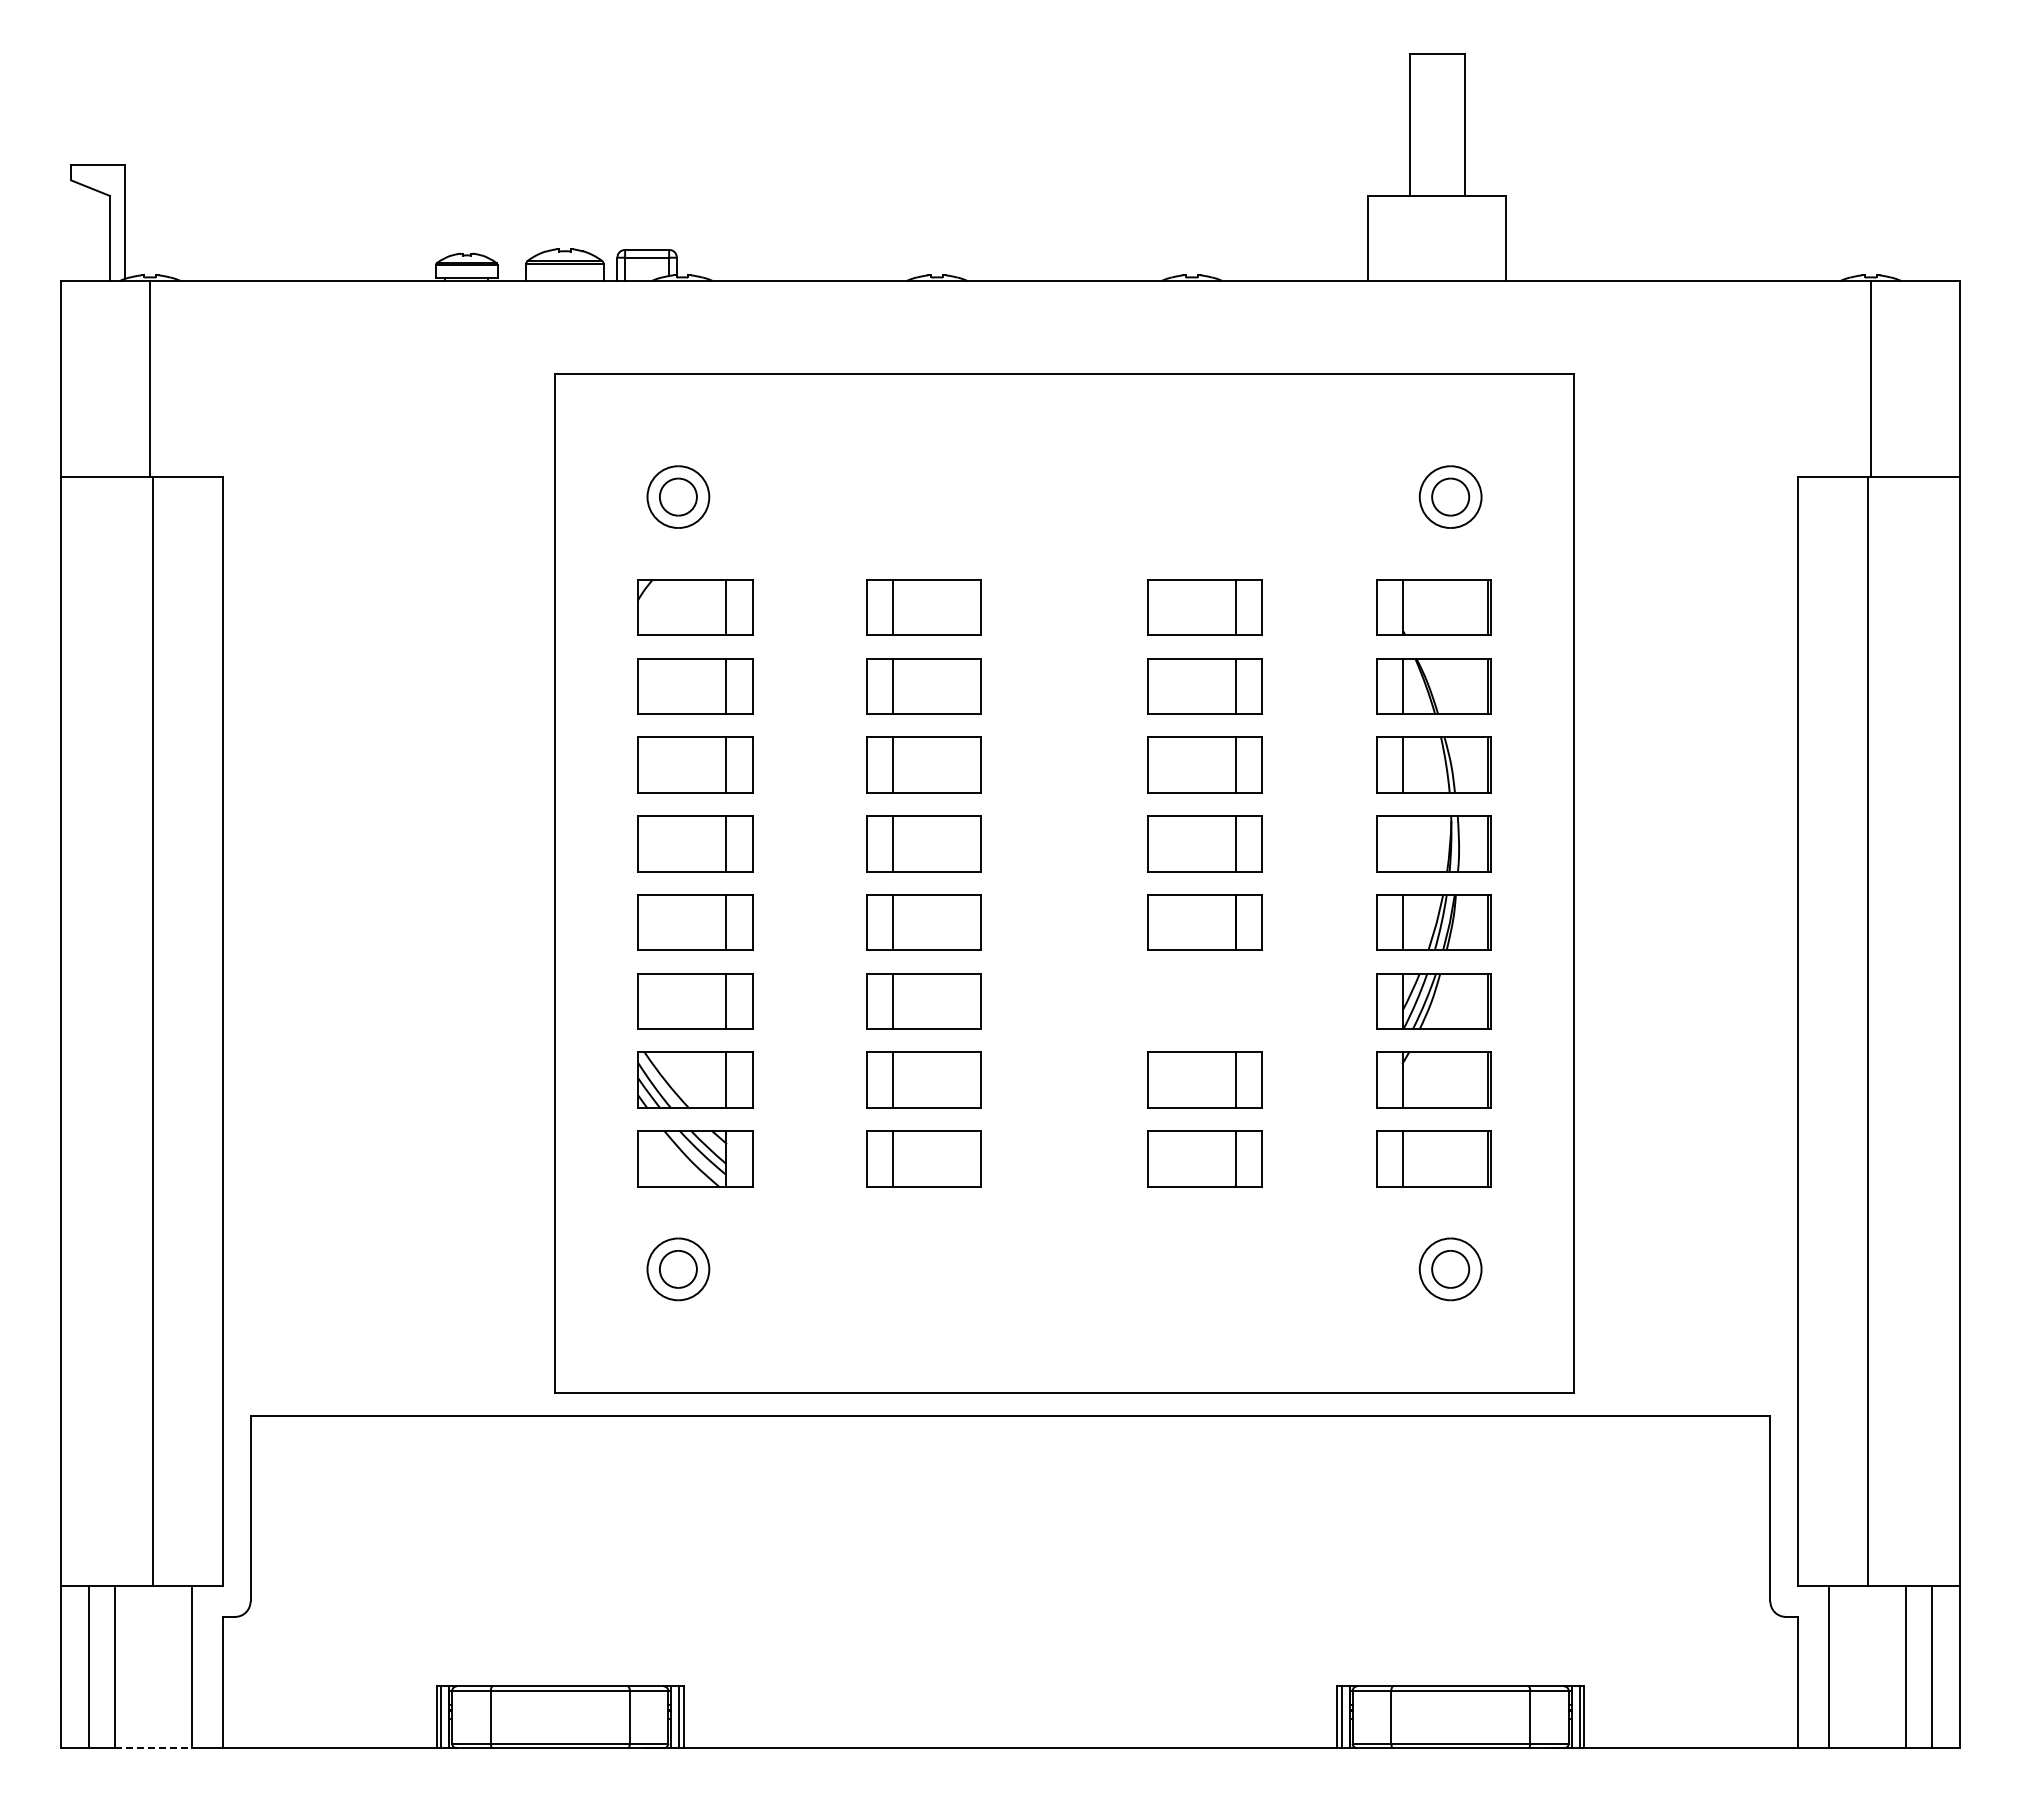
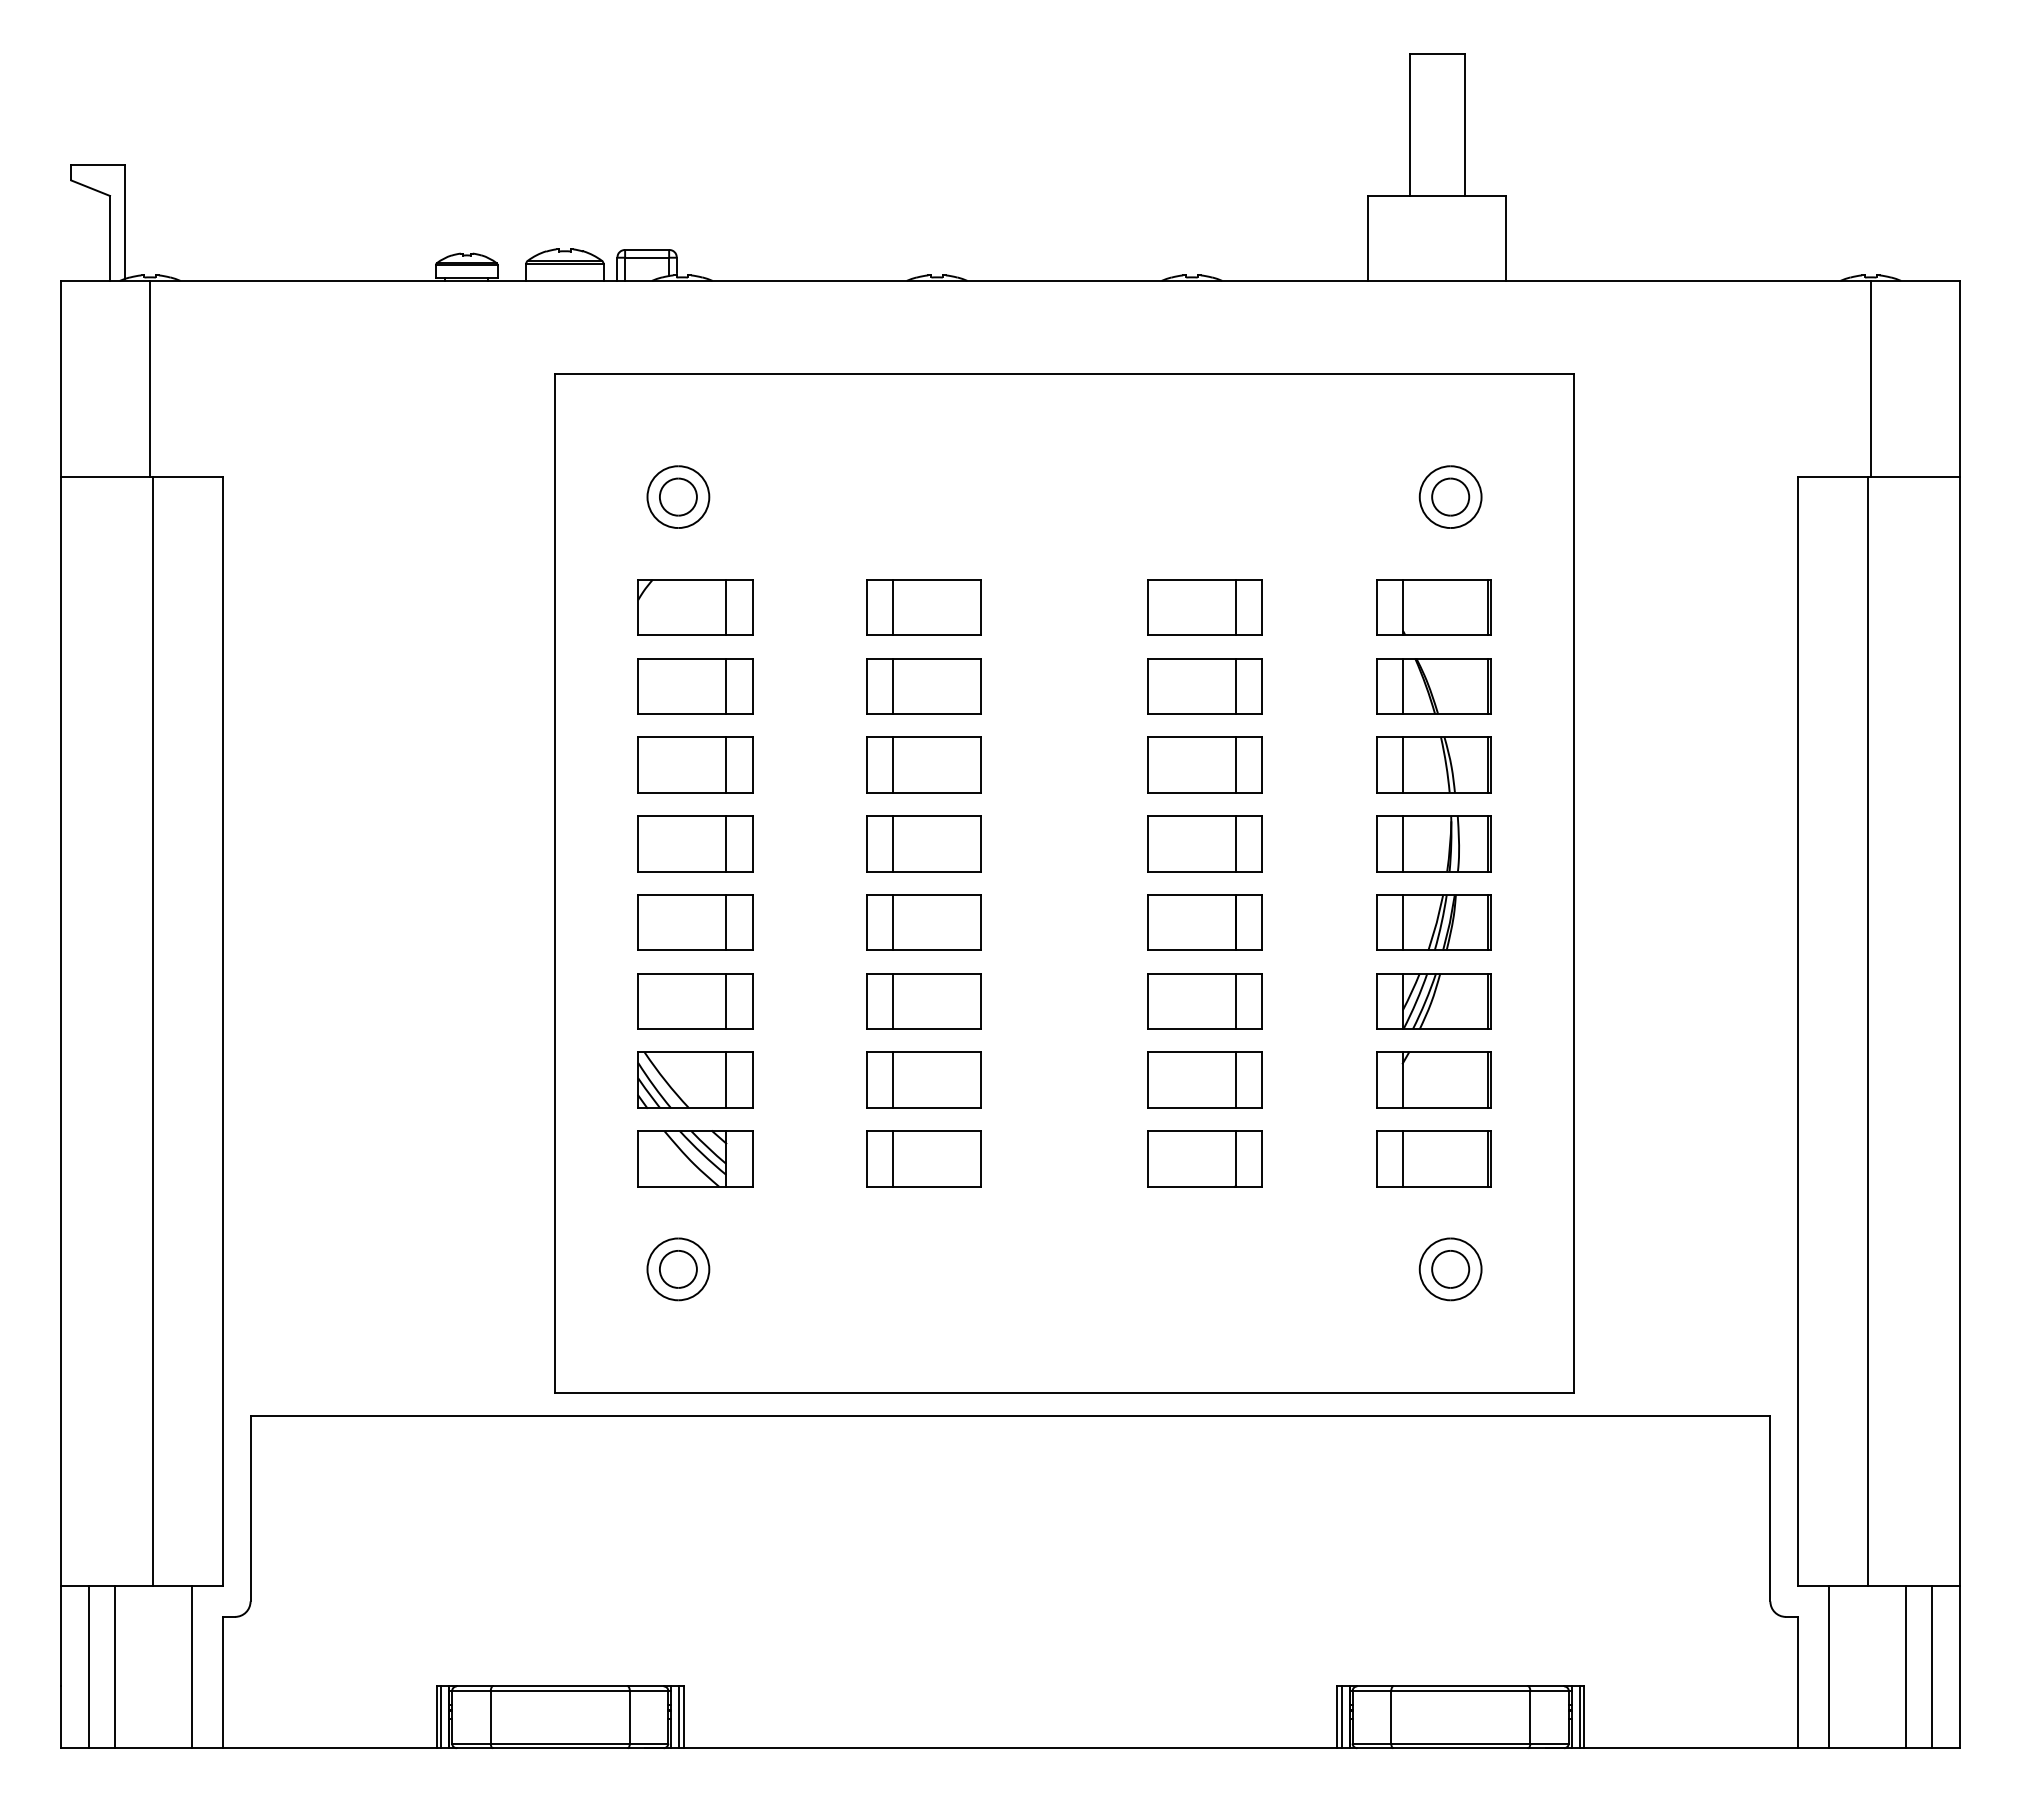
line at (1402, 843): none -> present
part at (1204, 1001): none -> present
line at (153, 1748): dashed -> solid
